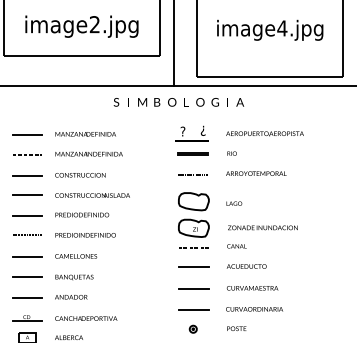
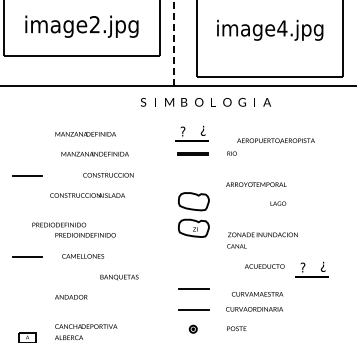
line at (174, 43): solid -> dashed
text at (178, 102) position: (178, 102) -> (205, 102)
text at (264, 133) position: (264, 133) -> (275, 140)
line at (27, 134): present -> none
text at (88, 153) position: (88, 153) -> (94, 153)
line at (27, 155): present -> none
text at (256, 173) position: (256, 173) -> (256, 184)
line at (192, 174): present -> none
text at (80, 175) position: (80, 175) -> (108, 175)
line at (27, 195): present -> none
text at (92, 195) position: (92, 195) -> (87, 195)
text at (234, 203) position: (234, 203) -> (278, 203)
text at (82, 214) position: (82, 214) -> (59, 224)
line at (27, 216): present -> none
text at (262, 227) position: (262, 227) -> (262, 234)
line at (27, 235): present -> none
line at (193, 248): present -> none
text at (76, 256) position: (76, 256) -> (83, 256)
line at (193, 266): present -> none
text at (246, 266) position: (246, 266) -> (264, 266)
part at (311, 276): none -> present
line at (27, 277): present -> none
text at (74, 277) position: (74, 277) -> (119, 277)
text at (252, 288) position: (252, 288) -> (257, 294)
line at (27, 297): present -> none
part at (27, 318): present -> none
text at (86, 318) position: (86, 318) -> (86, 326)
